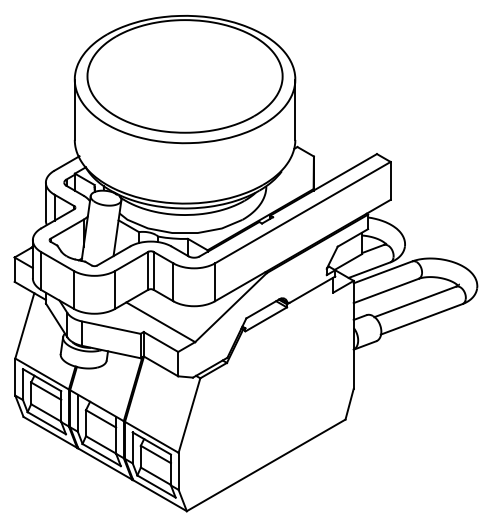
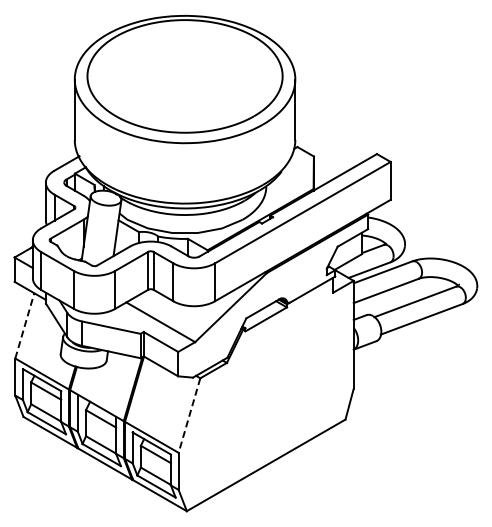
line at (24, 325): solid -> dashed
line at (189, 415): solid -> dashed
